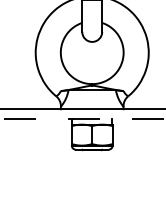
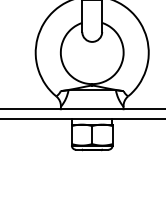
line at (82, 118): dashed -> solid
